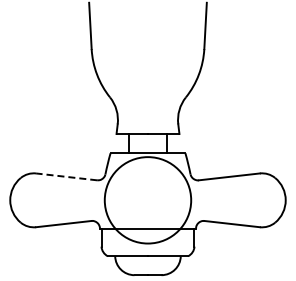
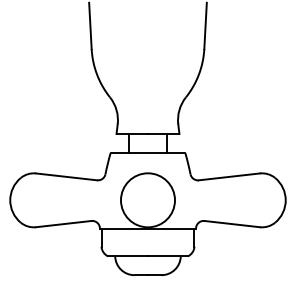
line at (66, 176): dashed -> solid
circle at (147, 200) diameter: 86 px -> 54 px
